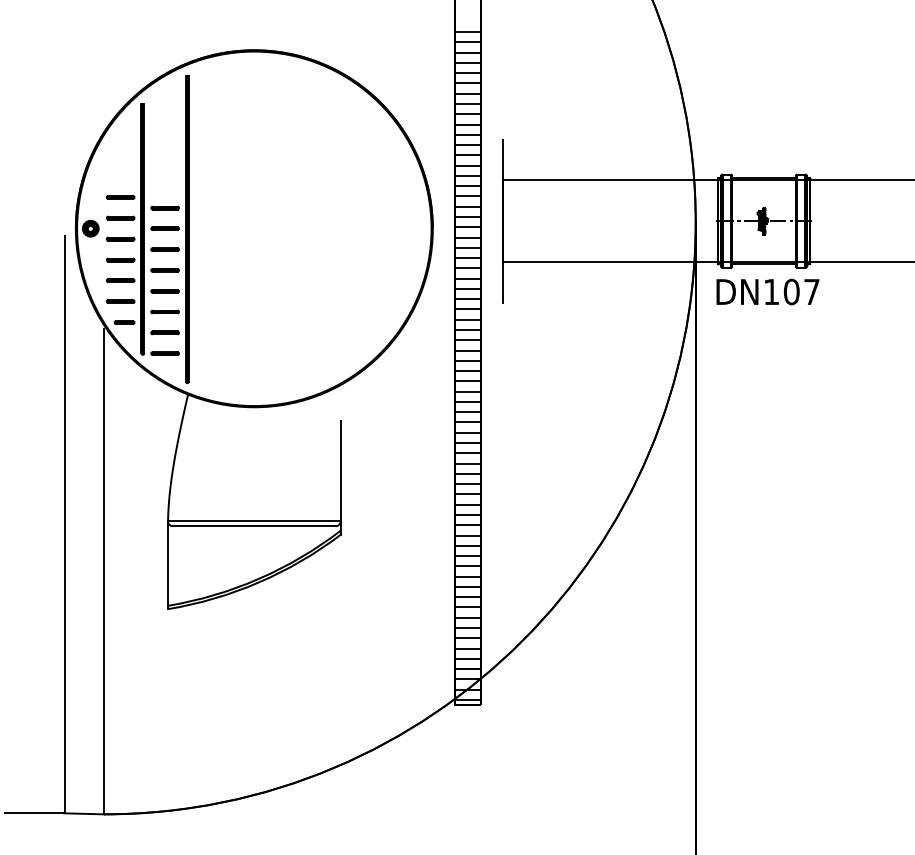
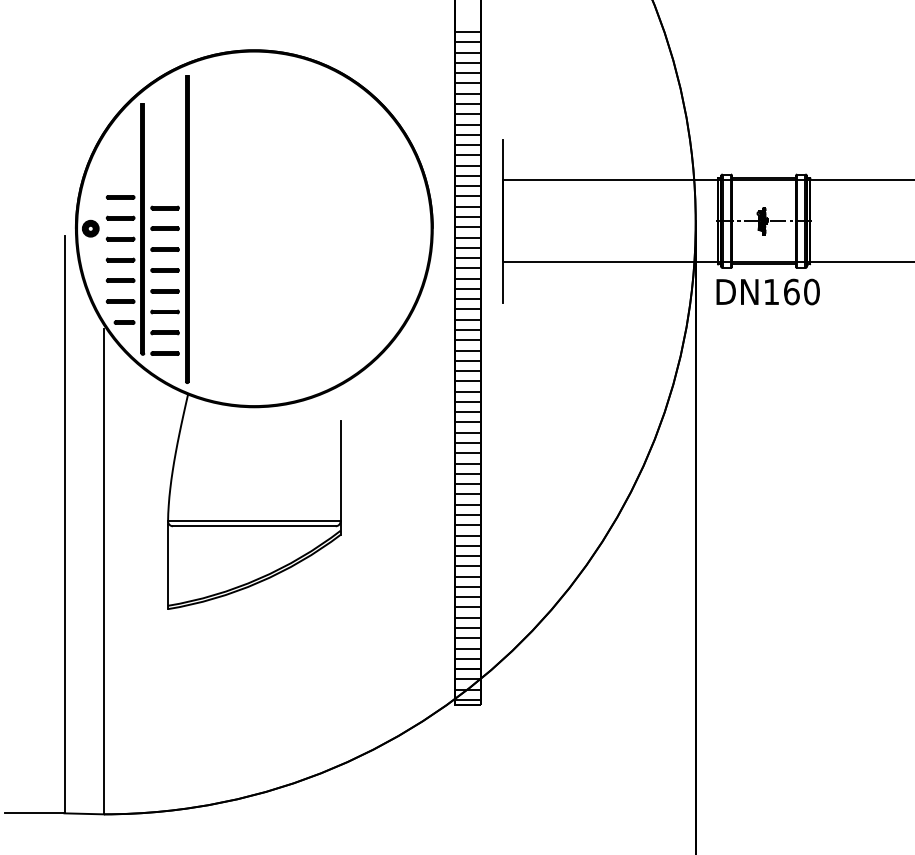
text at (801, 291): DN107 -> DN160
